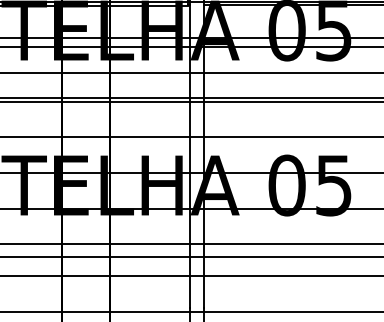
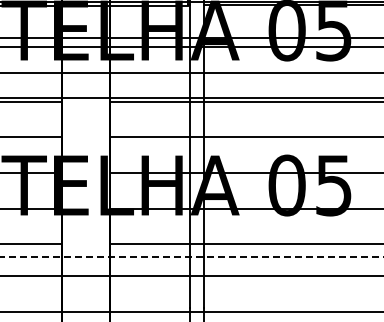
hatch at (85, 172): present -> none
line at (191, 257): solid -> dashed
